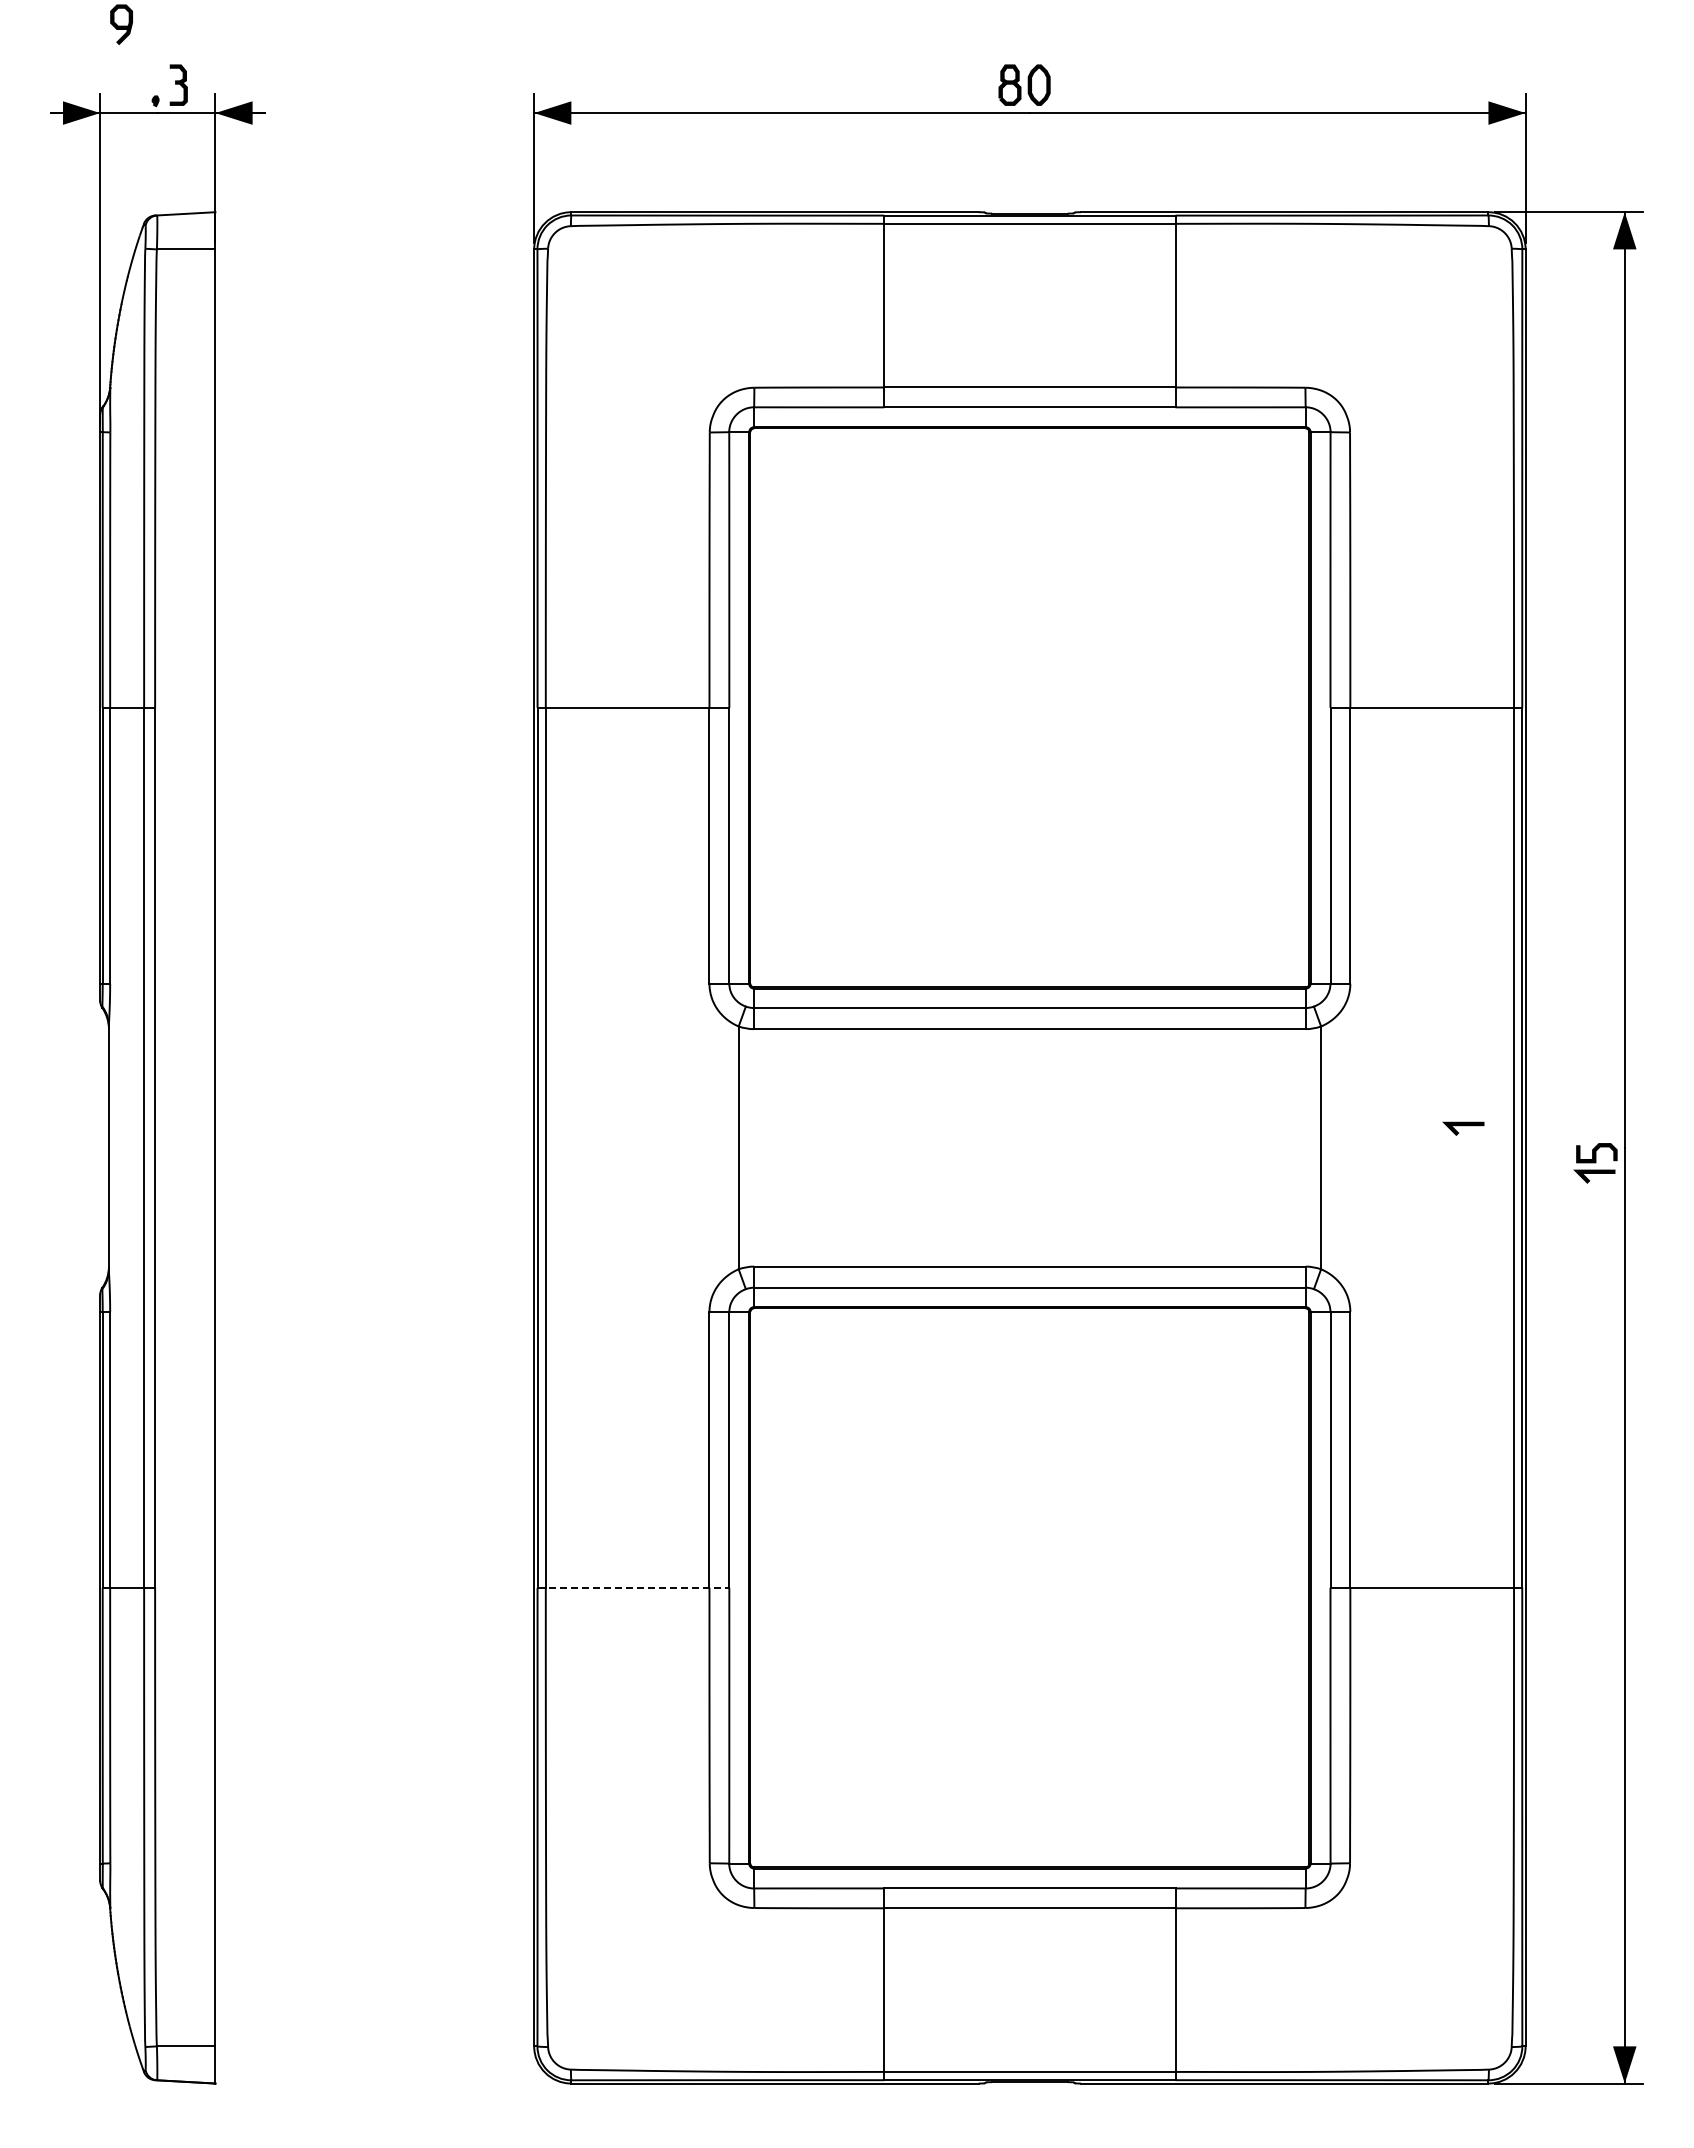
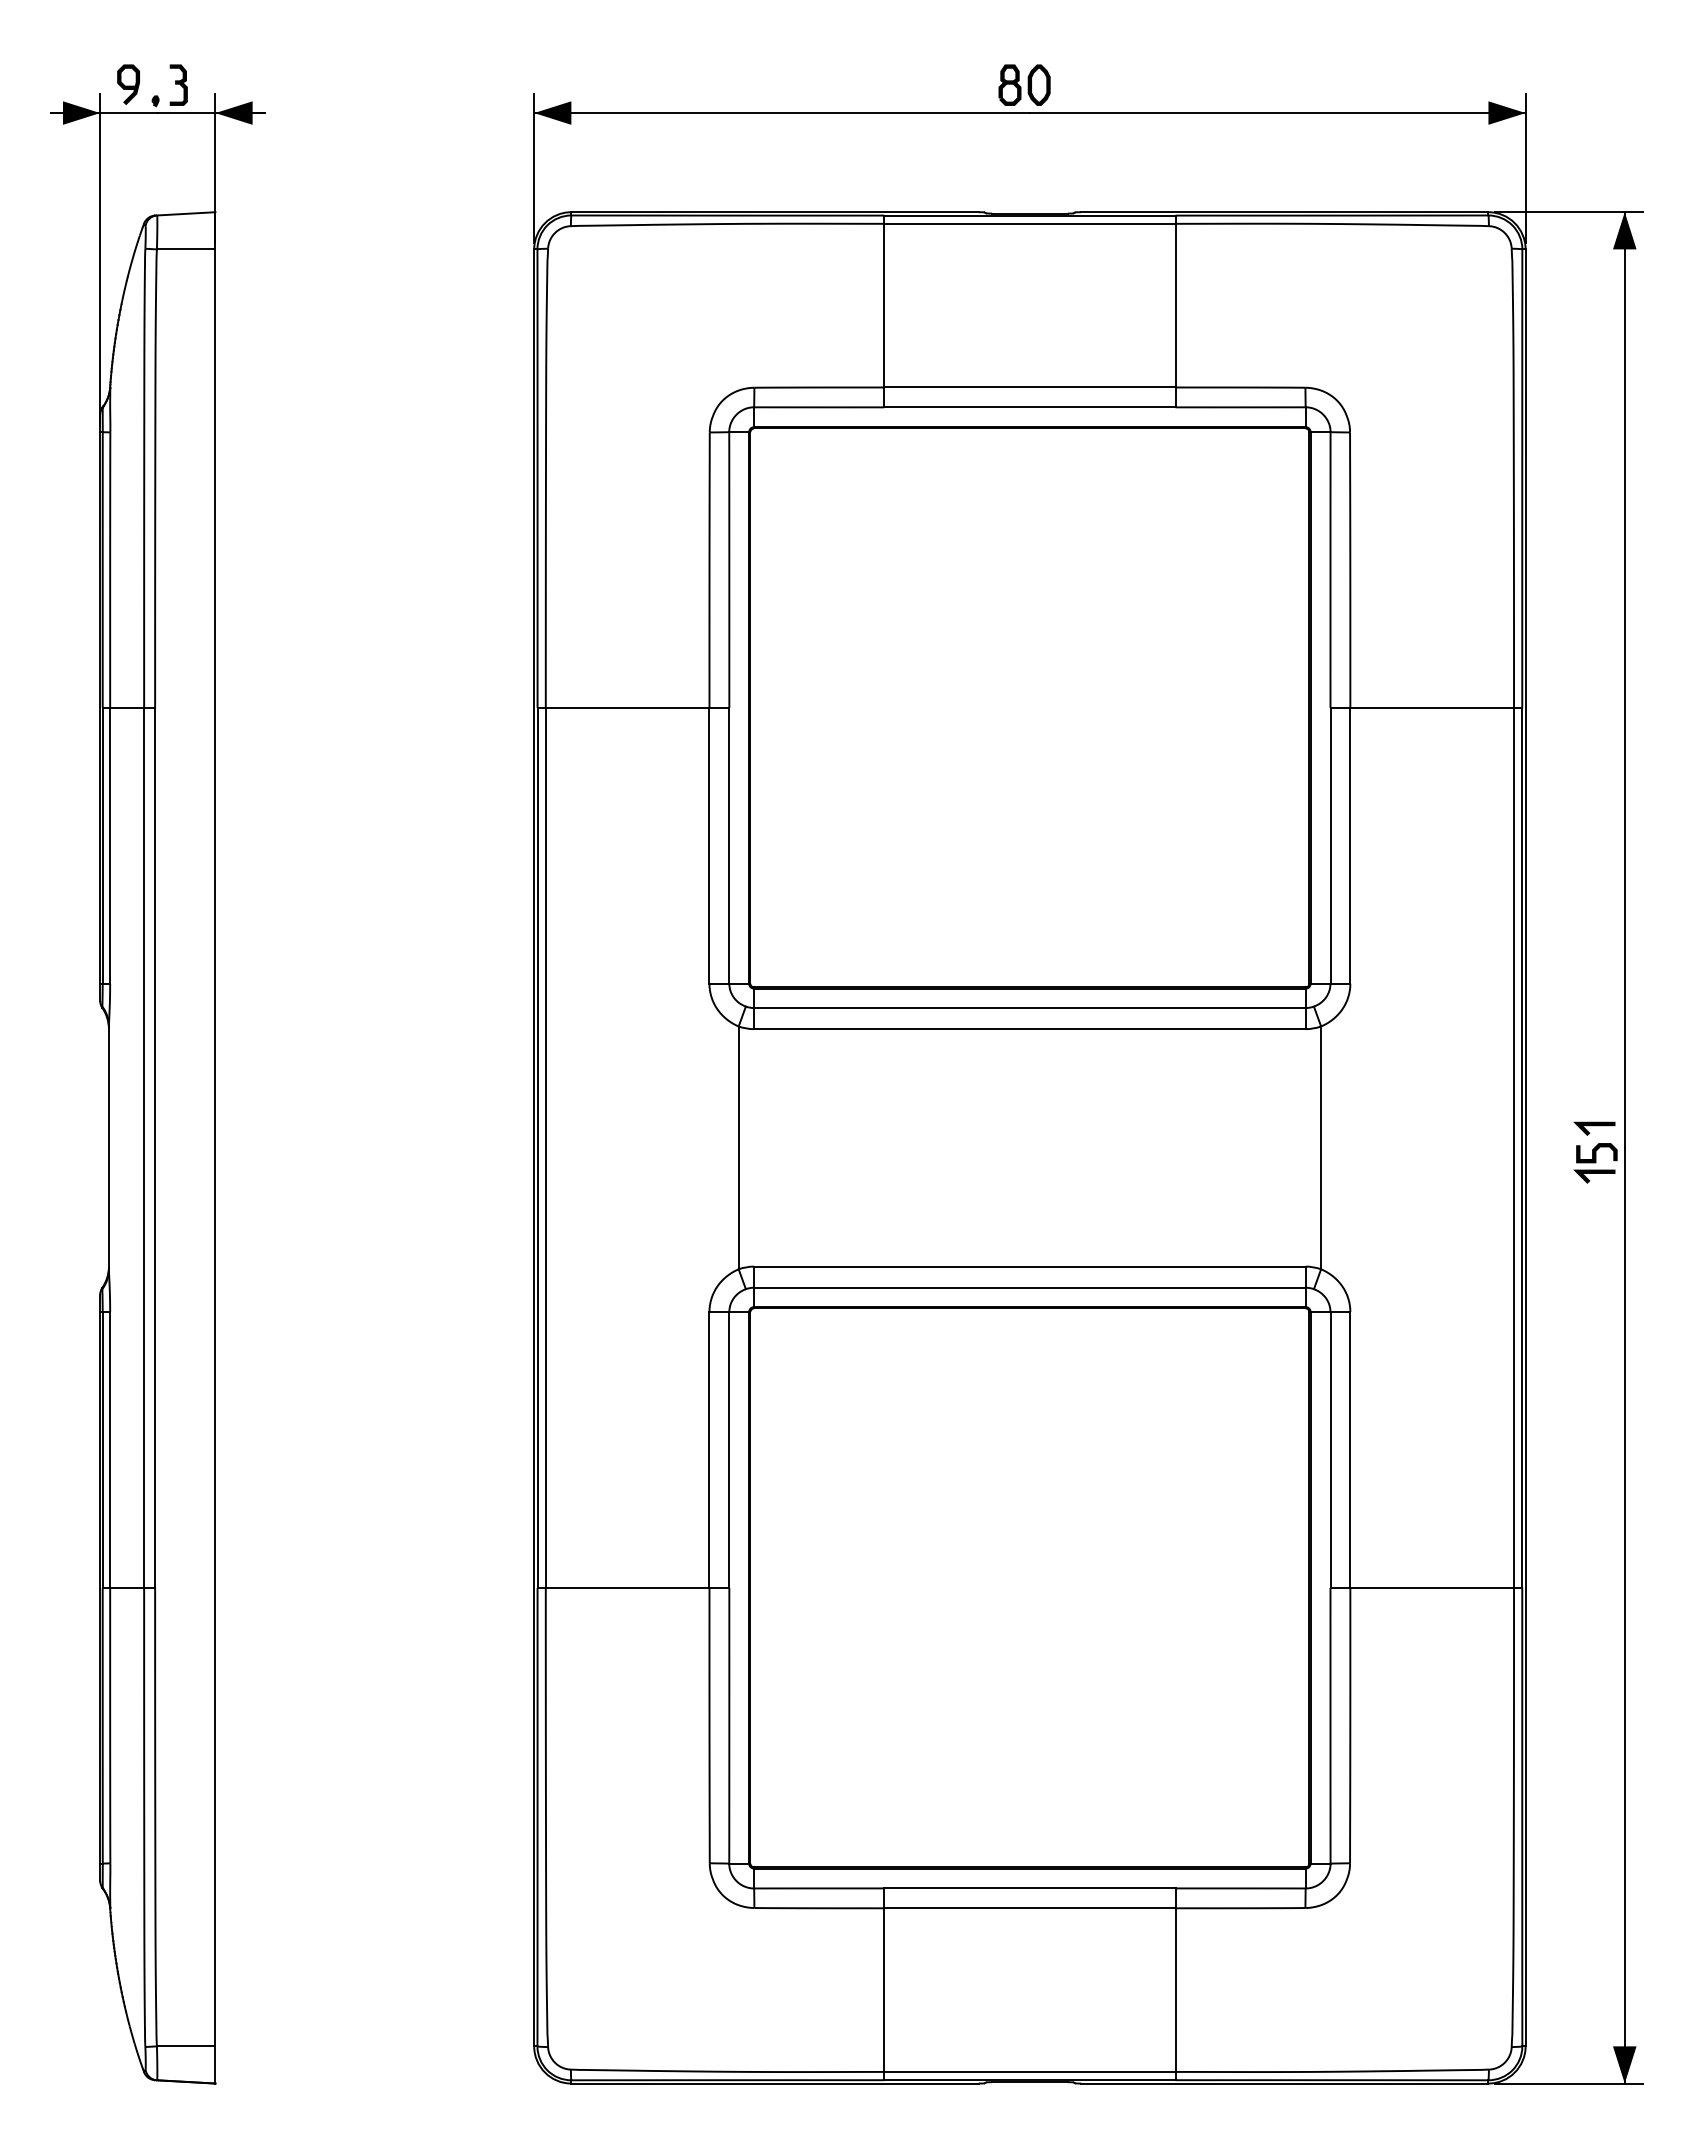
curve at (121, 25) position: (121, 25) -> (128, 85)
line at (1463, 1126) position: (1463, 1126) -> (1594, 1126)
line at (633, 1587): dashed -> solid
